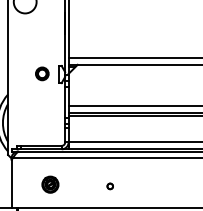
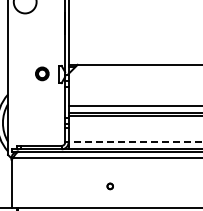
line at (133, 57): present -> none
line at (135, 142): solid -> dashed
part at (50, 184): present -> none
